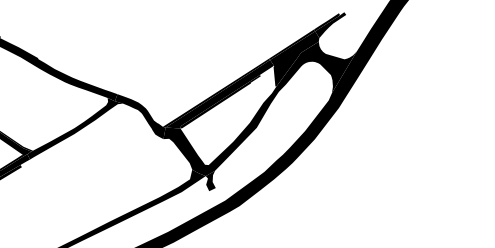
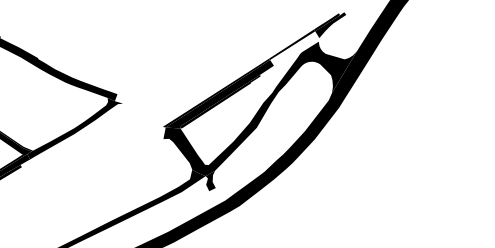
fill at (294, 58): present -> none
fill at (139, 116): present -> none
